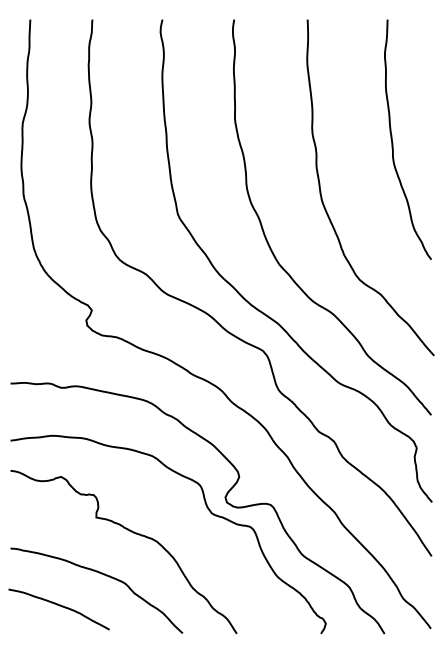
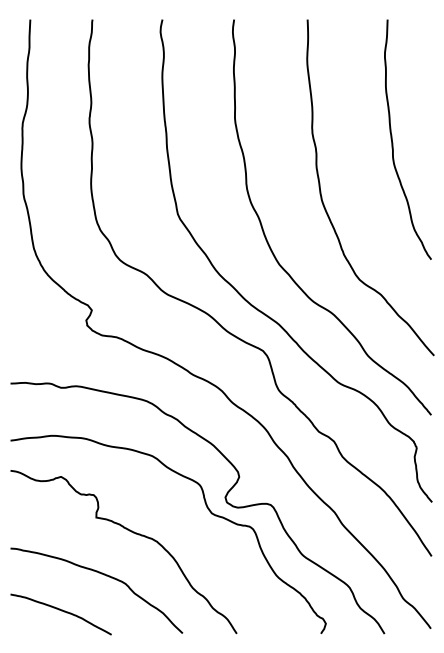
curve at (59, 606) position: (59, 606) -> (61, 611)
